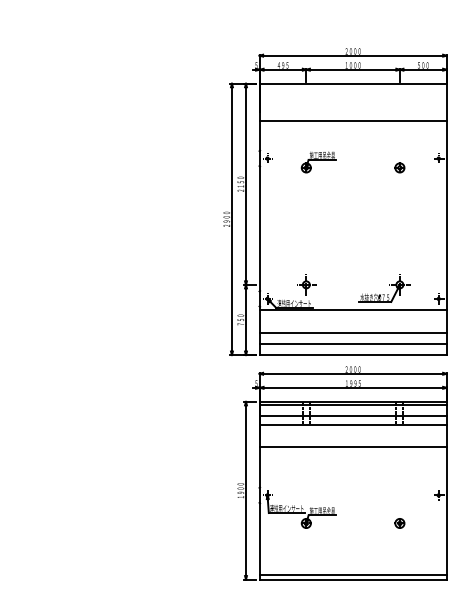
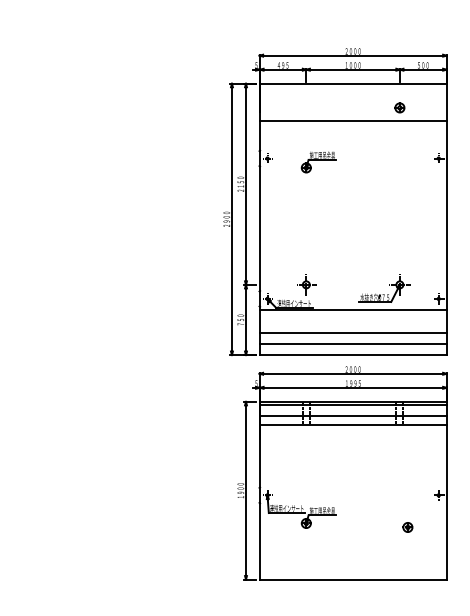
part at (399, 167) position: (399, 167) -> (399, 107)
line at (353, 447): present -> none
part at (399, 523) position: (399, 523) -> (407, 527)
line at (353, 574): present -> none
